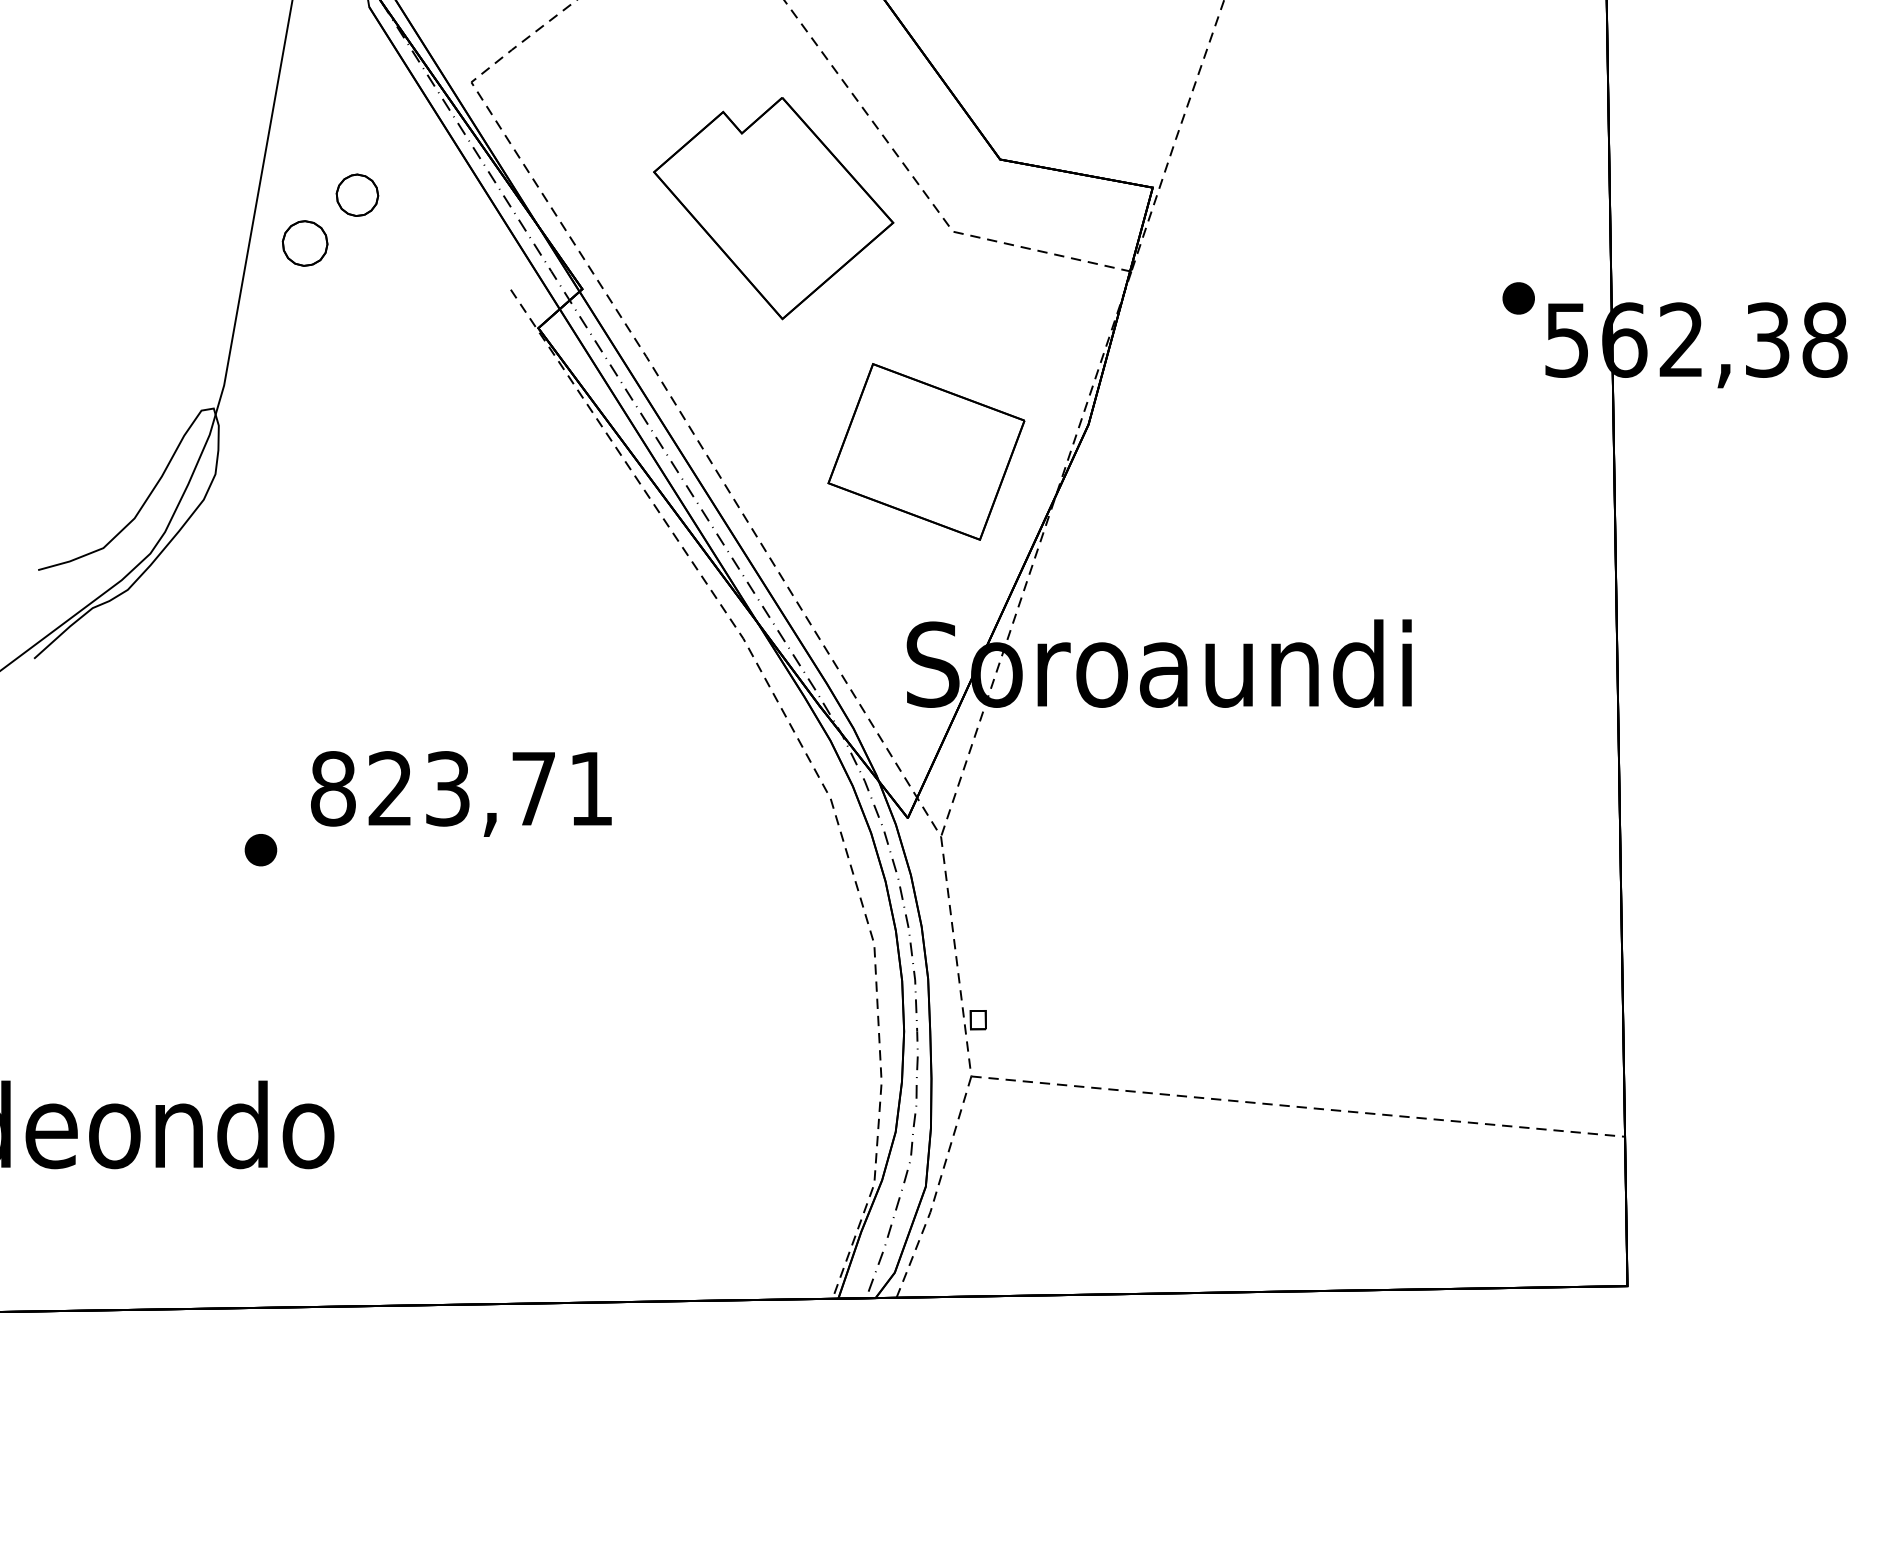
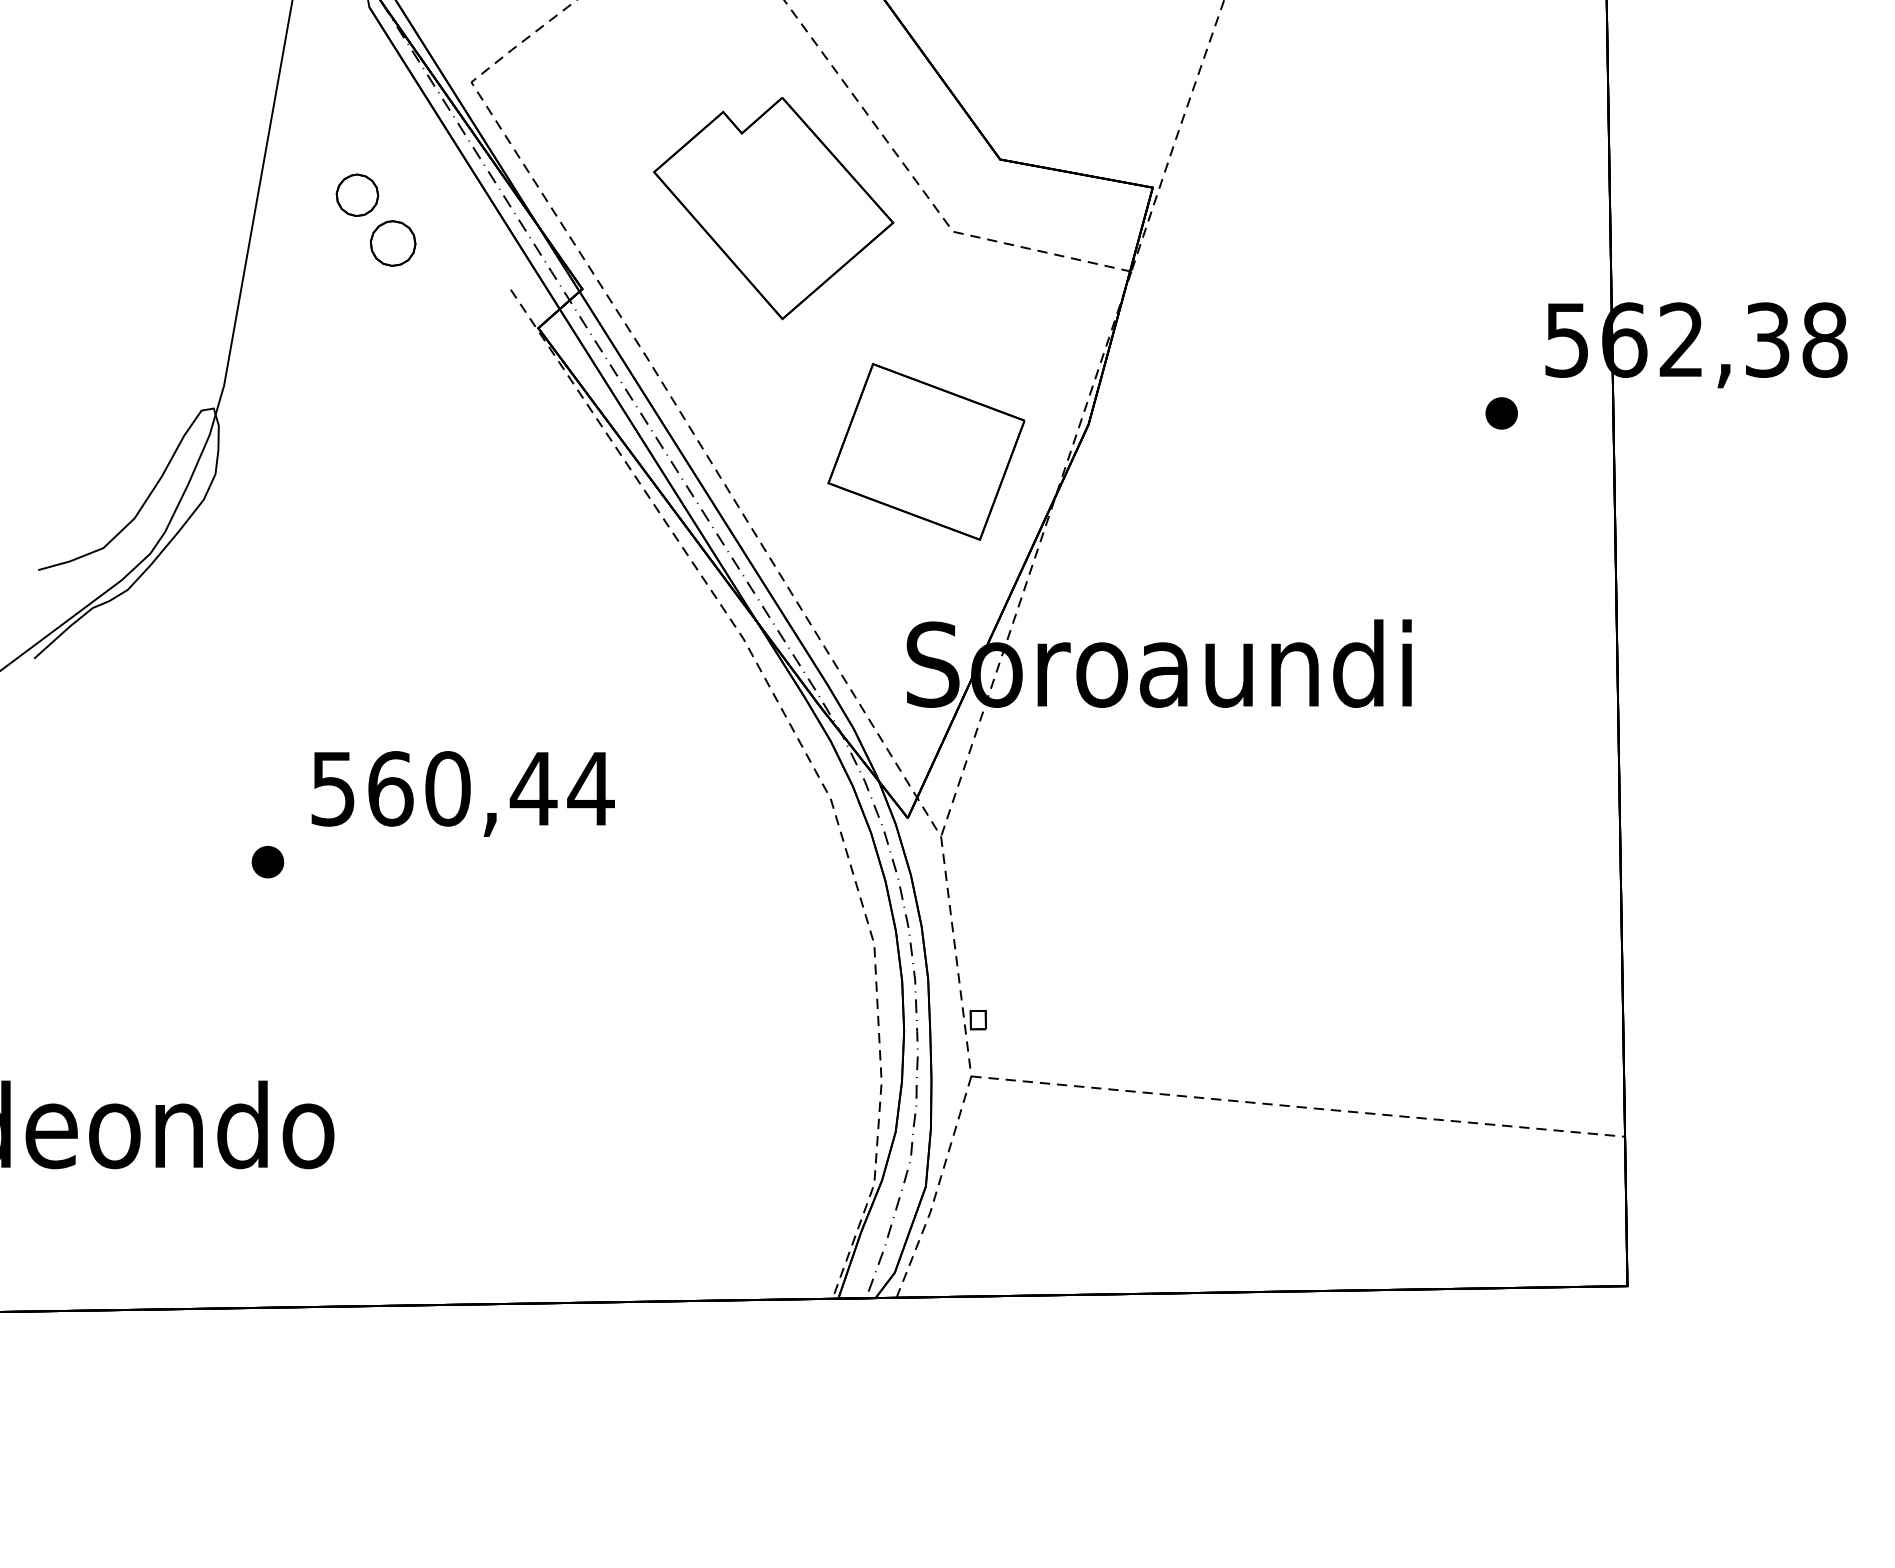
part at (304, 243) position: (304, 243) -> (392, 243)
part at (1518, 298) position: (1518, 298) -> (1501, 413)
text at (462, 788): 823,71 -> 560,44
part at (260, 850) position: (260, 850) -> (267, 862)
